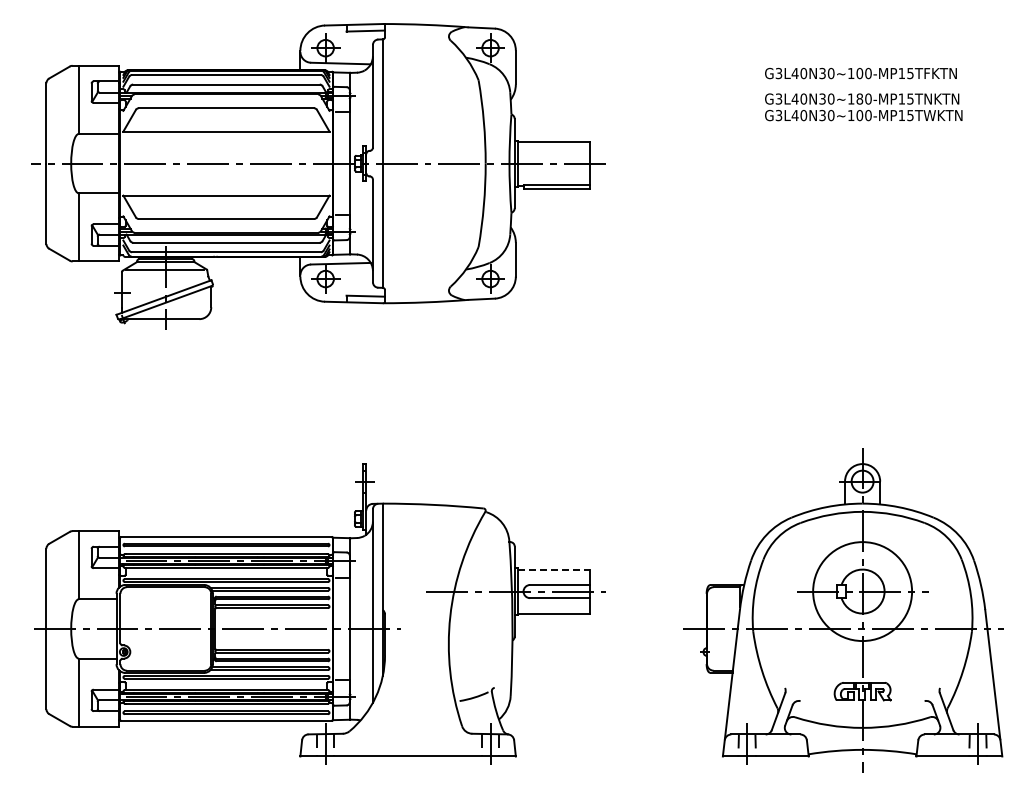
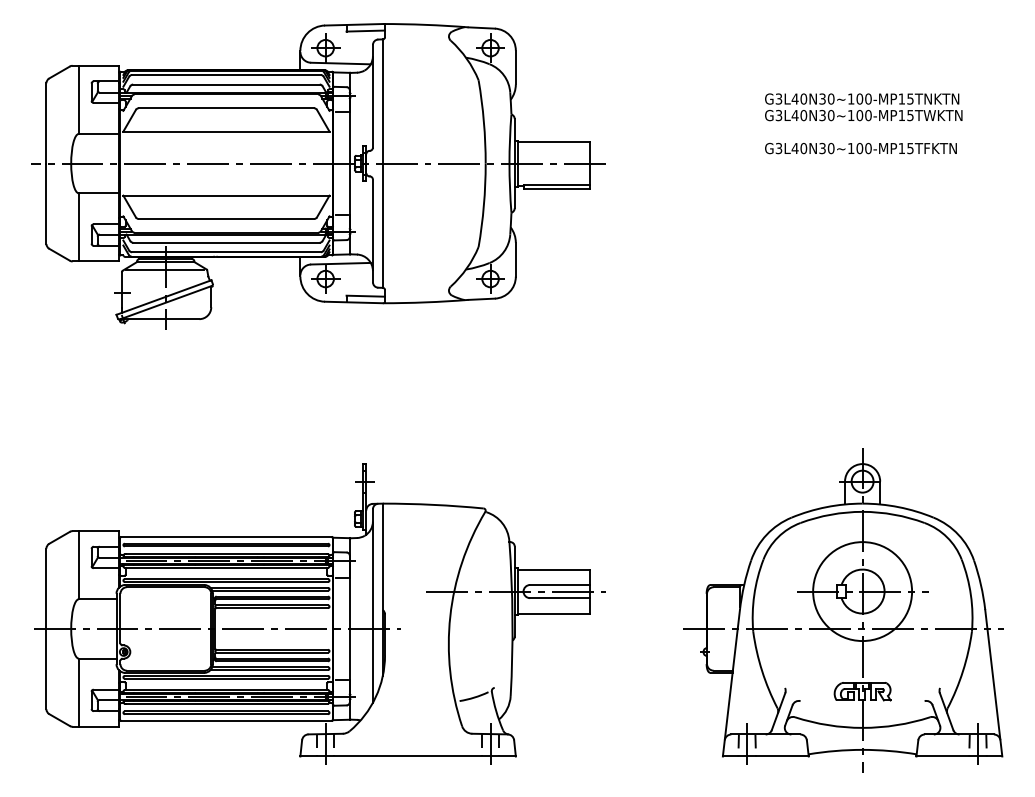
text at (860, 73) position: (860, 73) -> (860, 148)
text at (859, 98): G3L40N30~180-MP15TNKTN -> G3L40N30~100-MP15TNKTN
line at (553, 569): dashed -> solid
